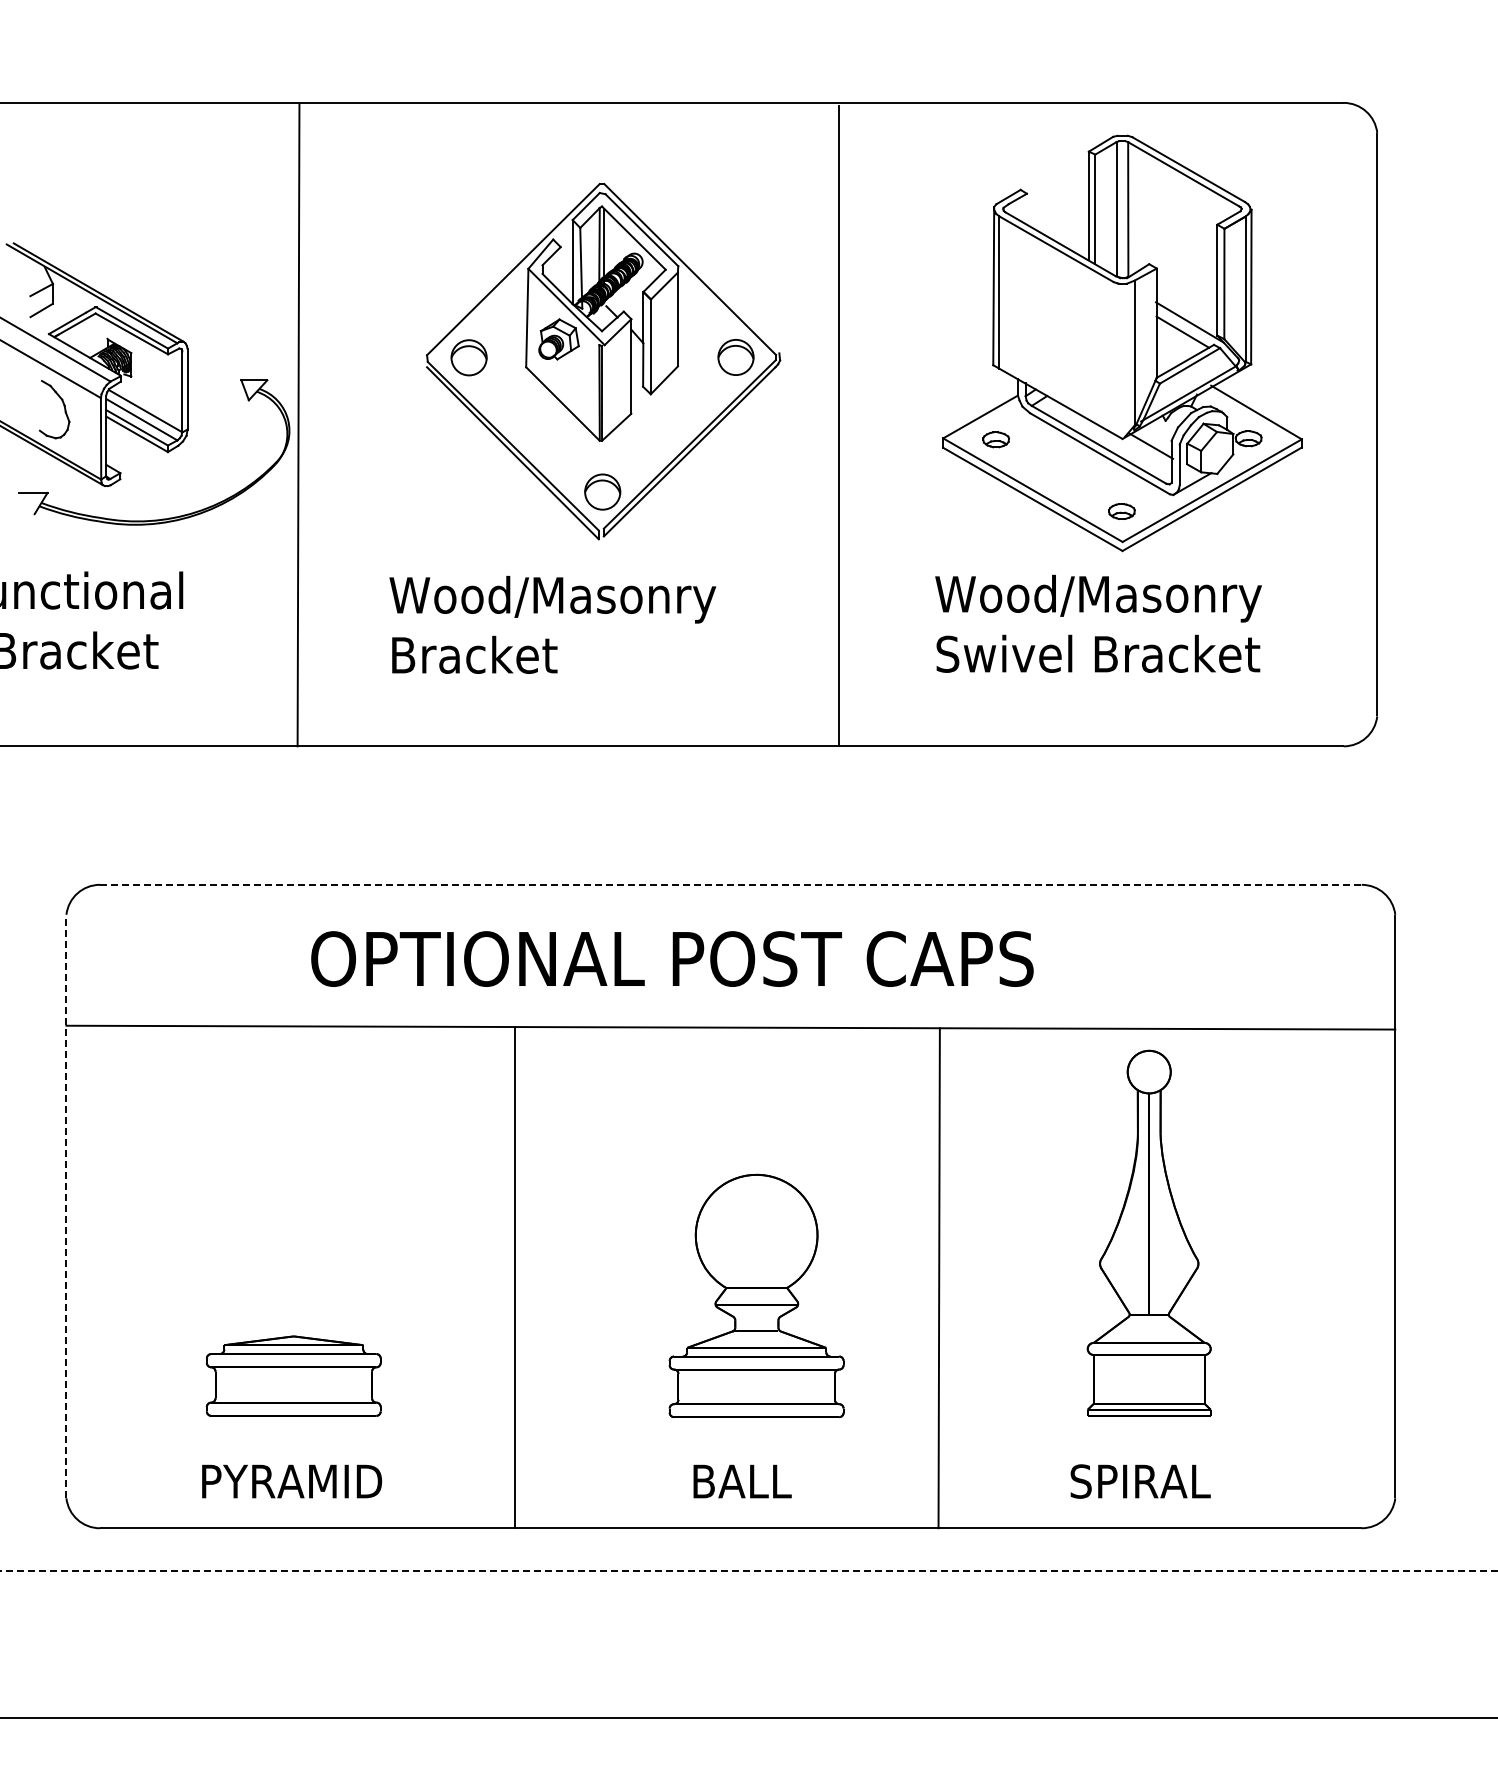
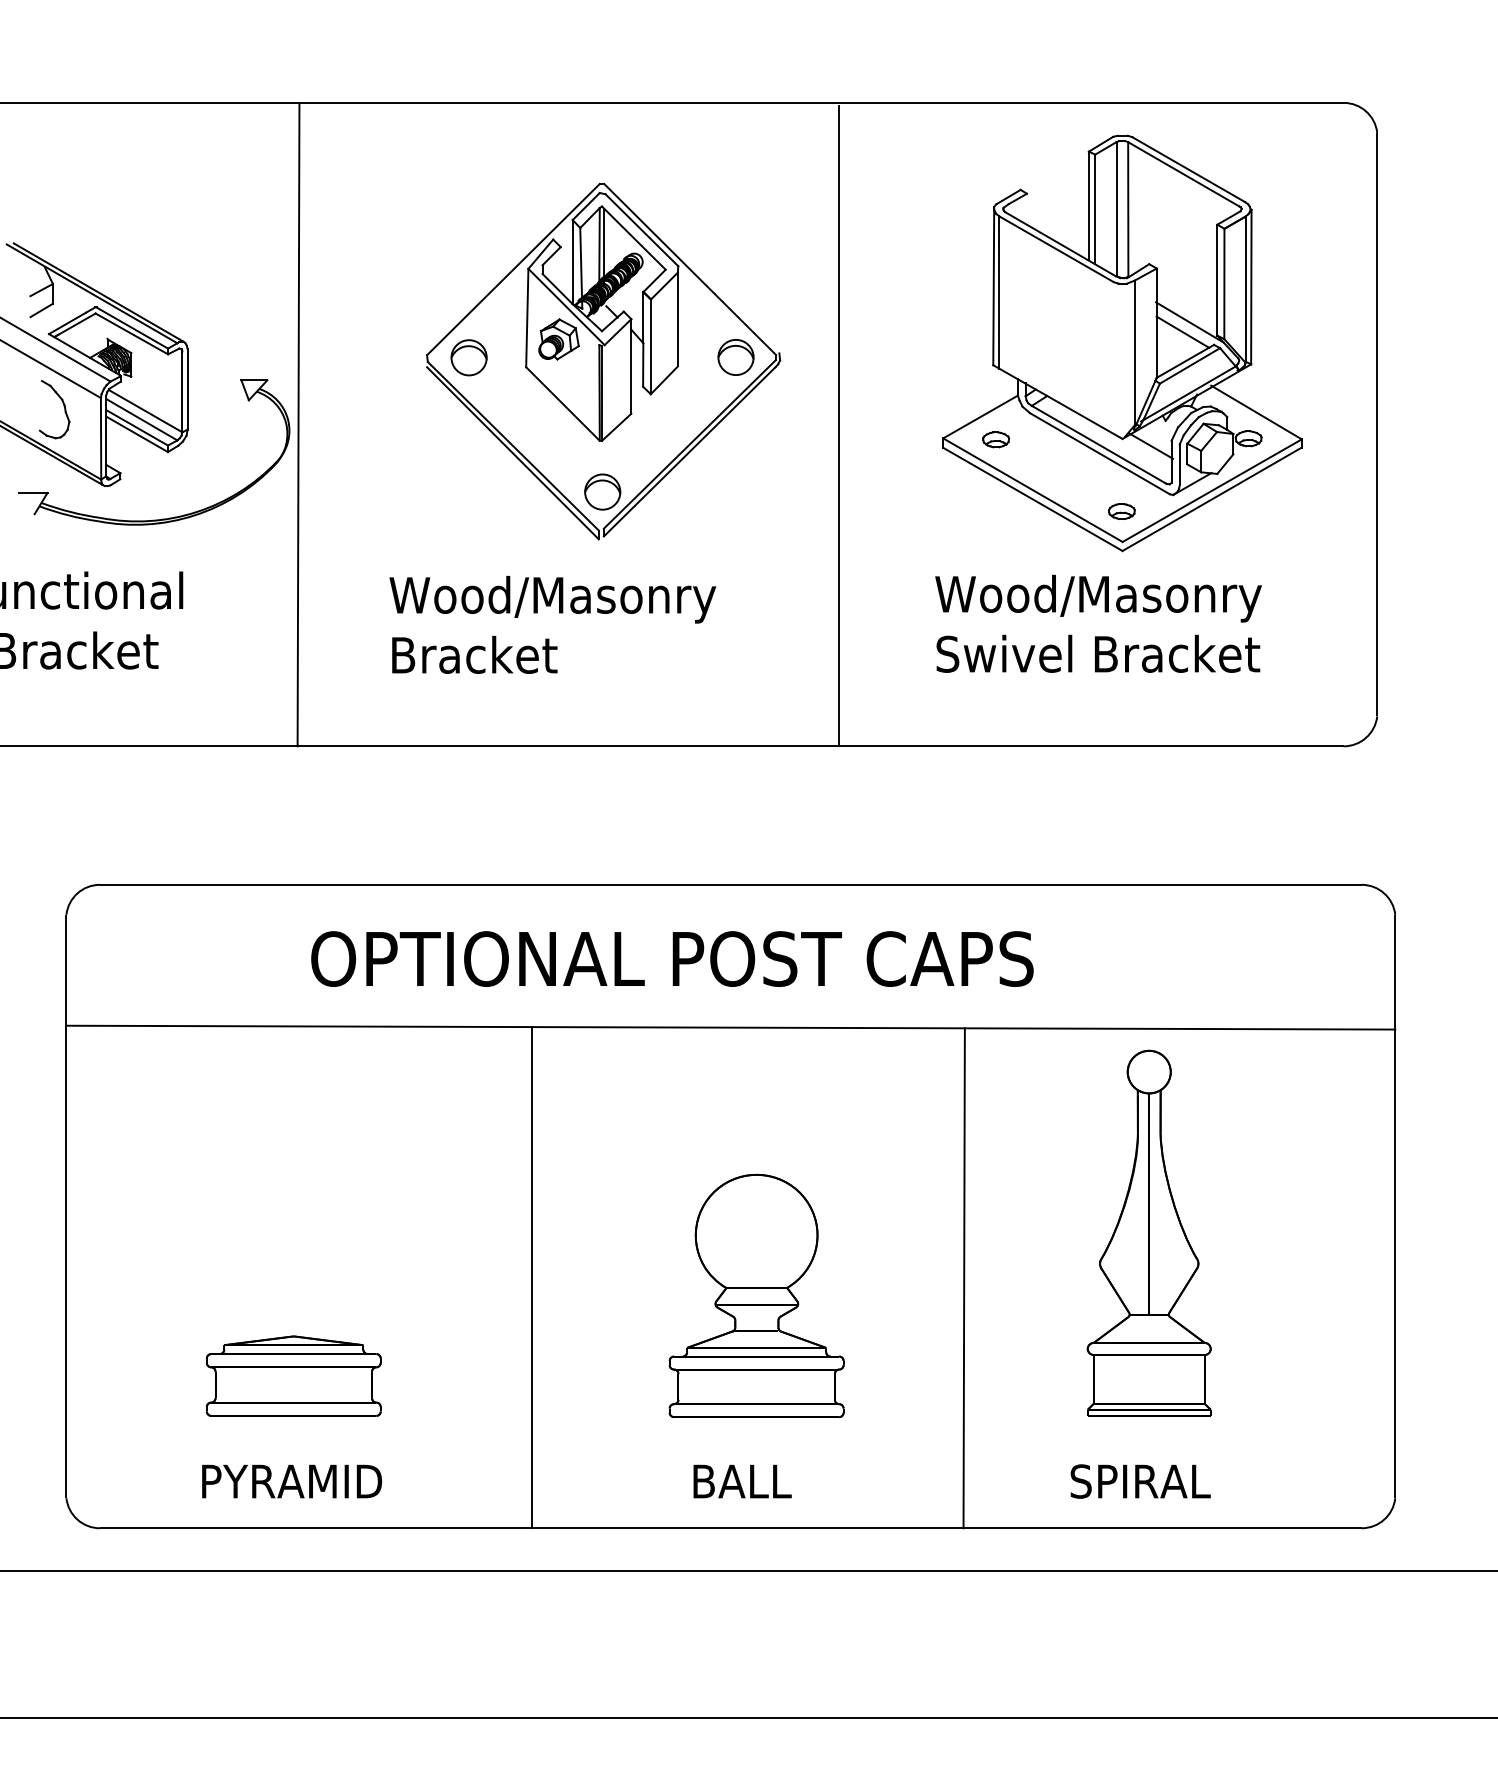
line at (730, 884): dashed -> solid
line at (66, 1206): dashed -> solid
line at (514, 1277) position: (514, 1277) -> (531, 1277)
line at (938, 1278) position: (938, 1278) -> (963, 1278)
line at (748, 1570): dashed -> solid
